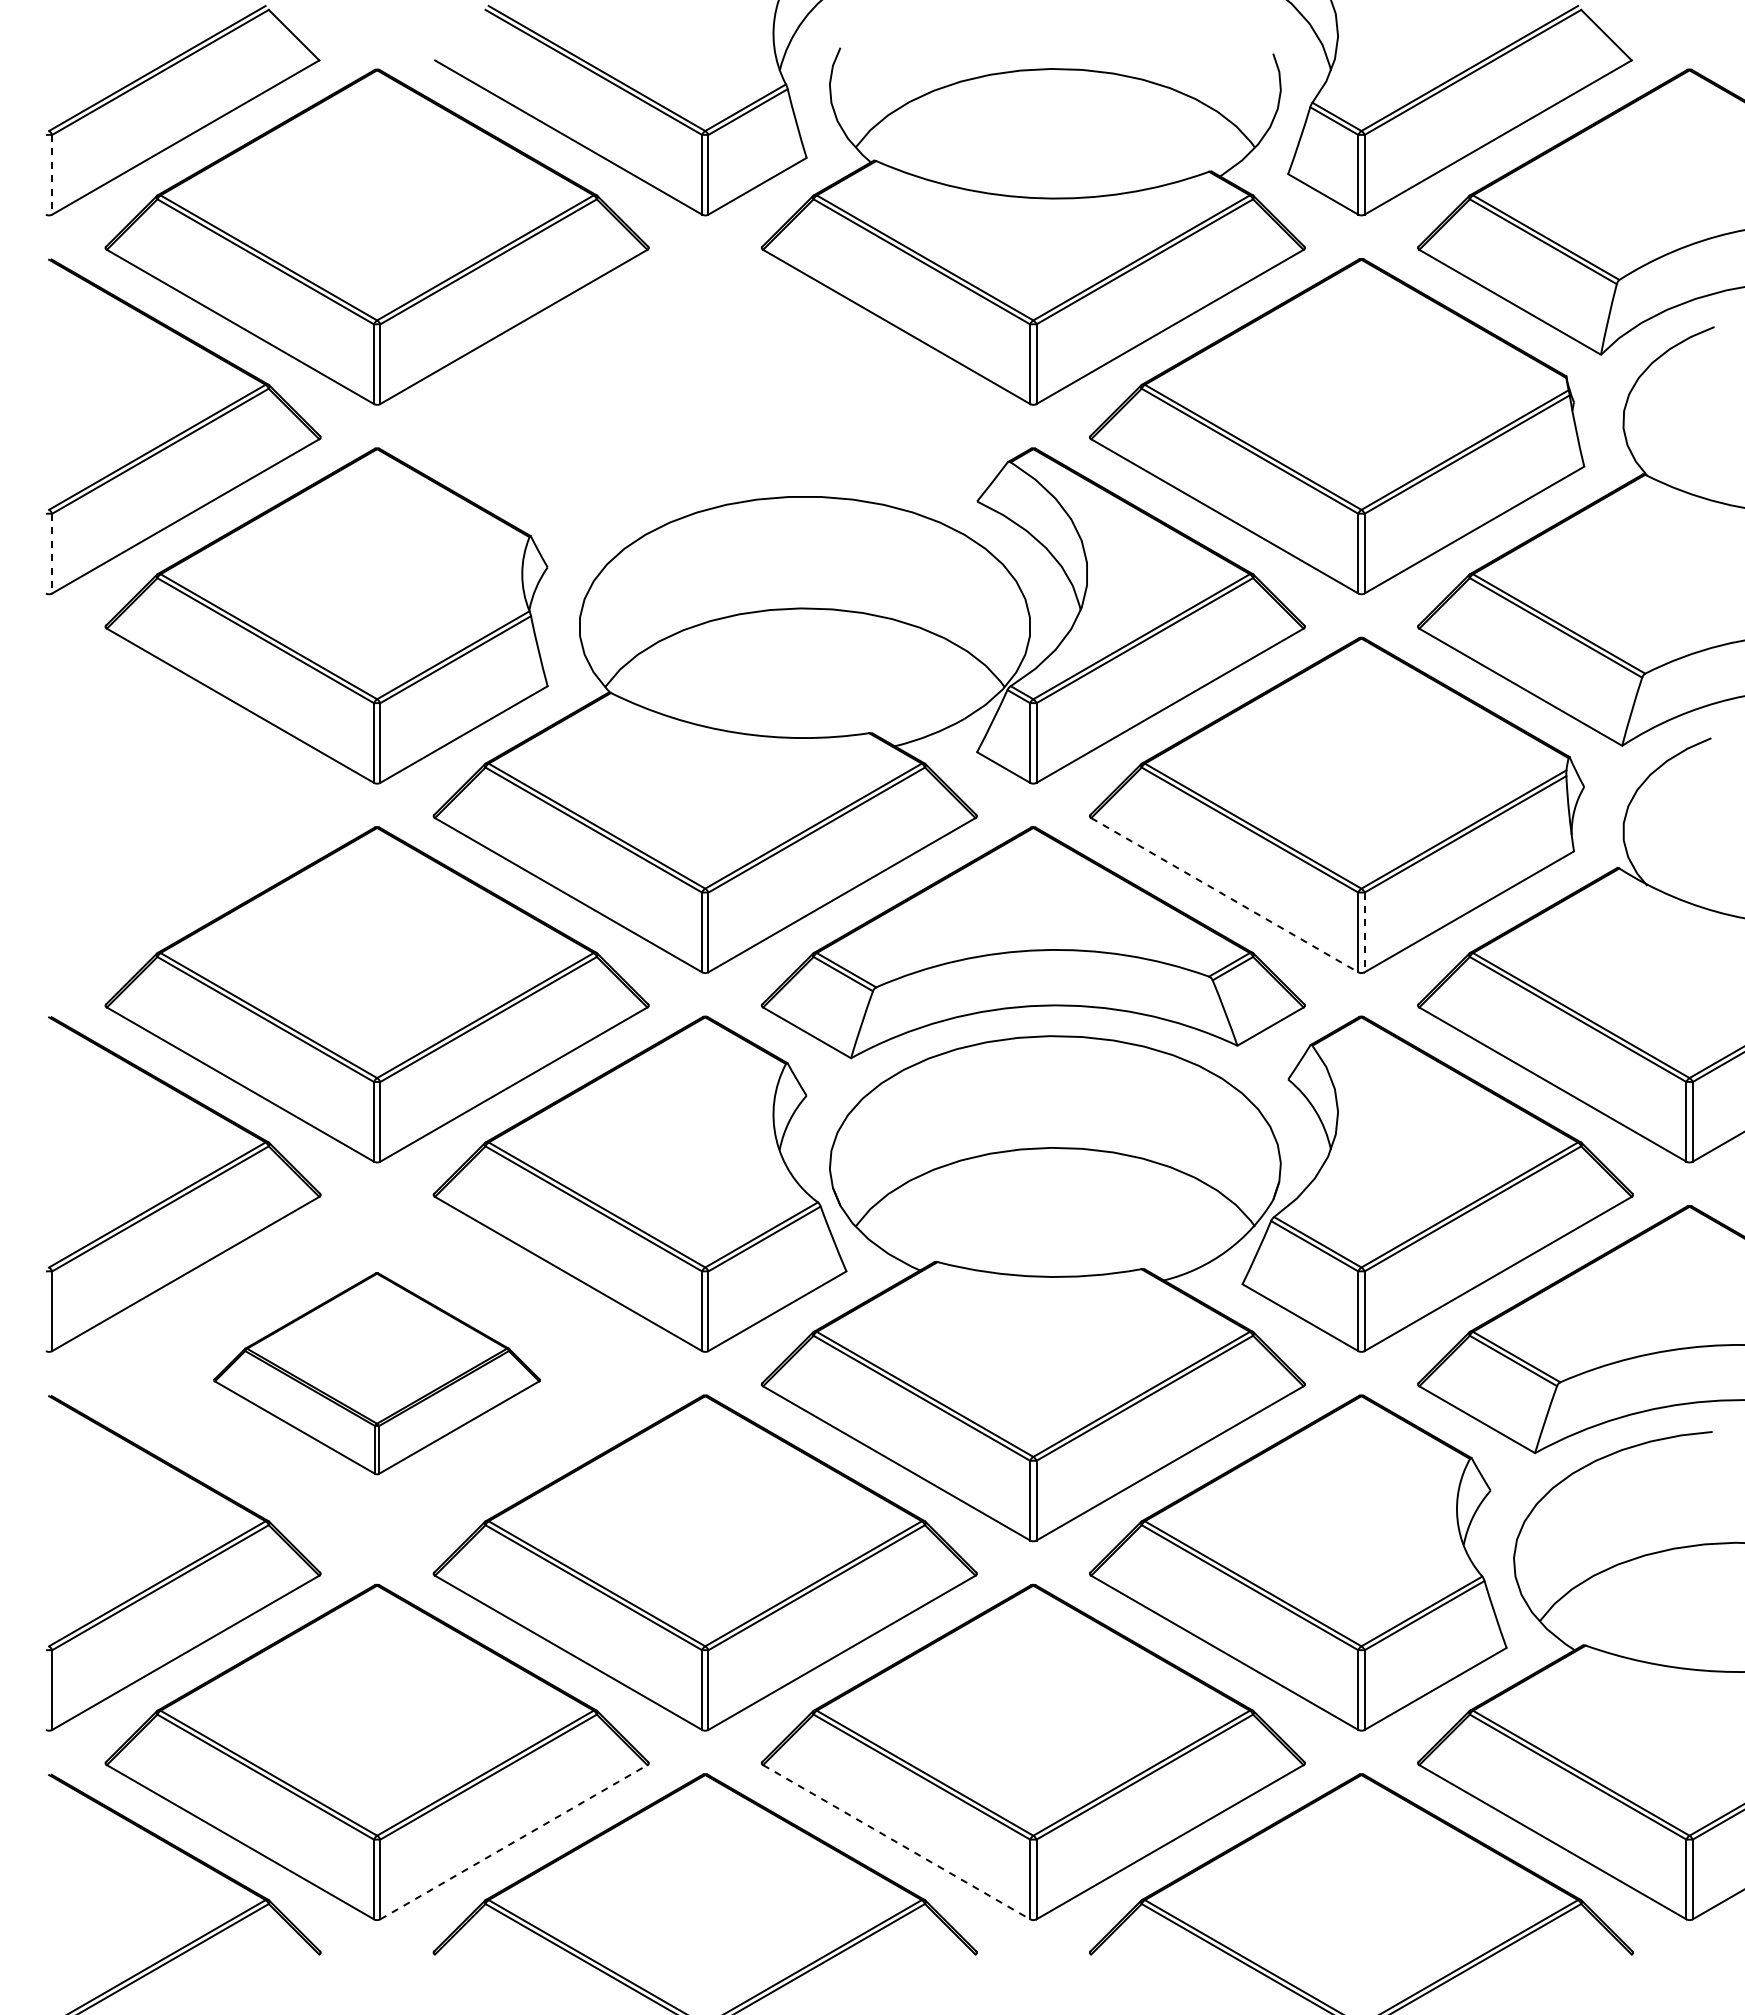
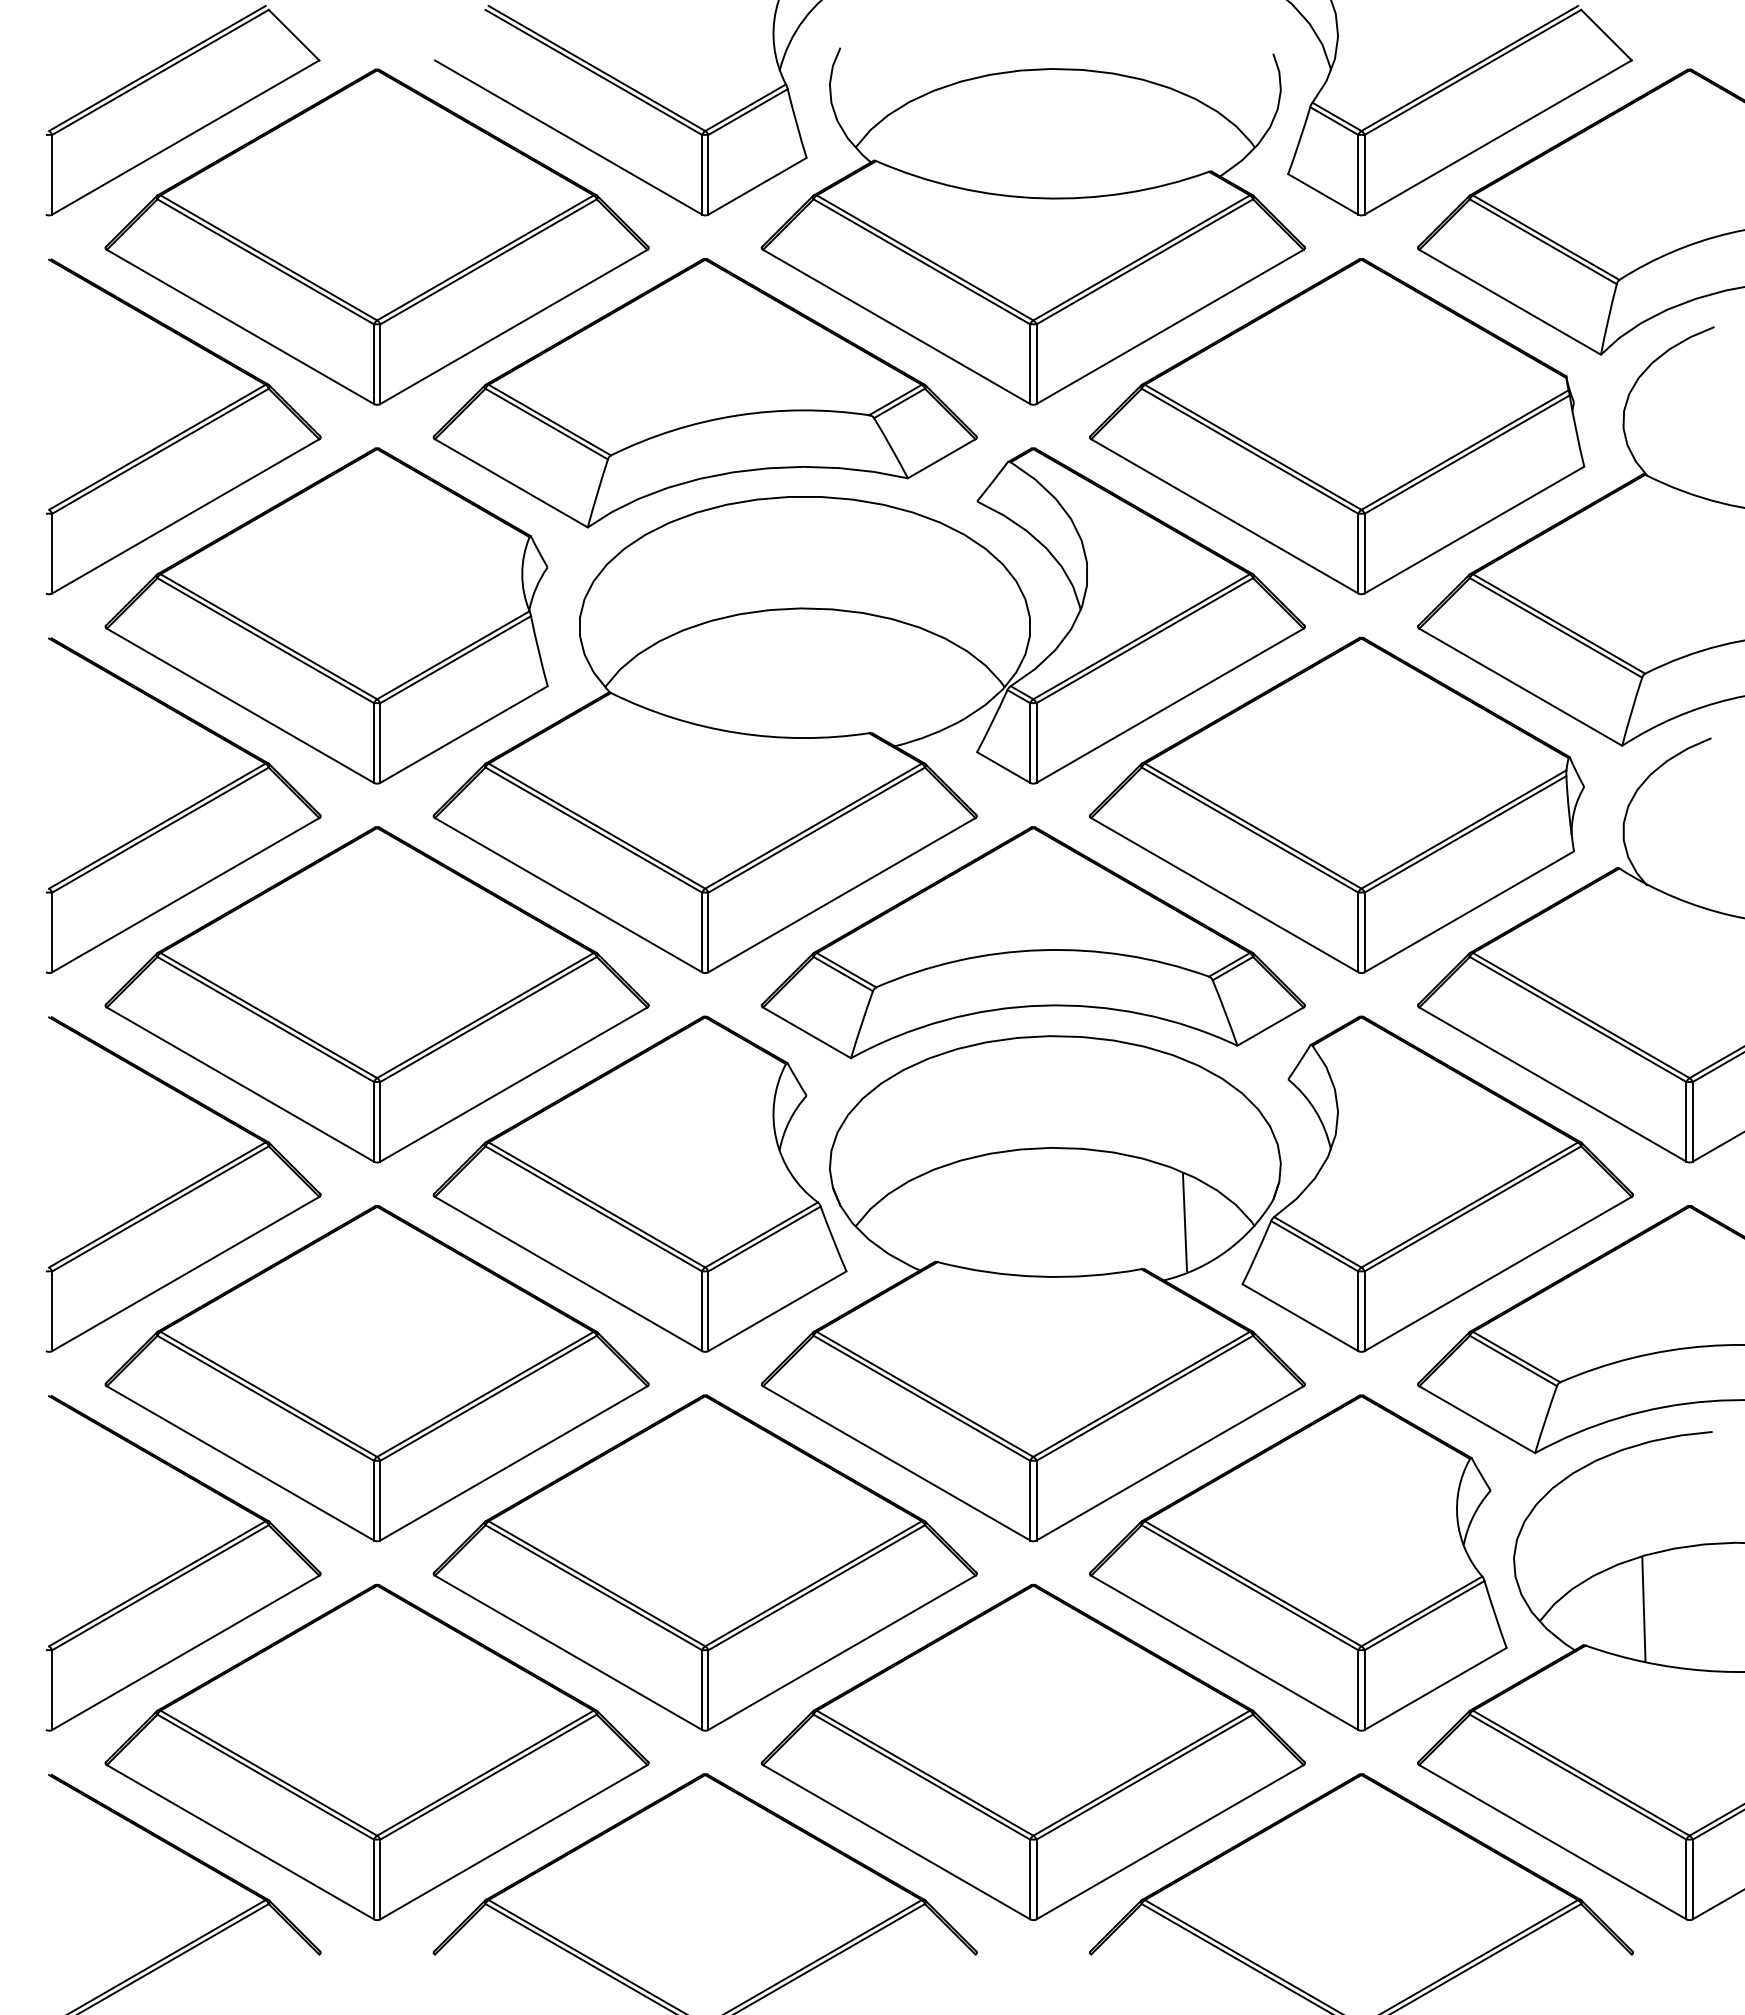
line at (52, 174): dashed -> solid
part at (704, 393): none -> present
line at (52, 553): dashed -> solid
part at (183, 805): none -> present
line at (1225, 895): dashed -> solid
line at (1364, 932): dashed -> solid
line at (1184, 1221): none -> present
part at (376, 1373) size: 328x204 px -> 546x338 px
line at (1643, 1608): none -> present
line at (514, 1841): dashed -> solid
line at (897, 1842): dashed -> solid
